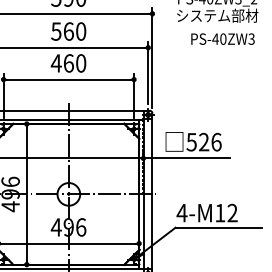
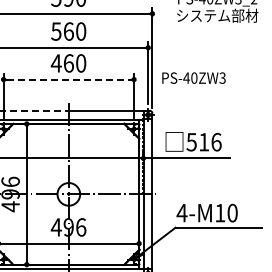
text at (222, 38) position: (222, 38) -> (193, 77)
line at (68, 79): solid -> dashed
line at (34, 110): solid -> dashed
text at (204, 141): 526 -> 516
text at (232, 213): 4-M12 -> 4-M10
